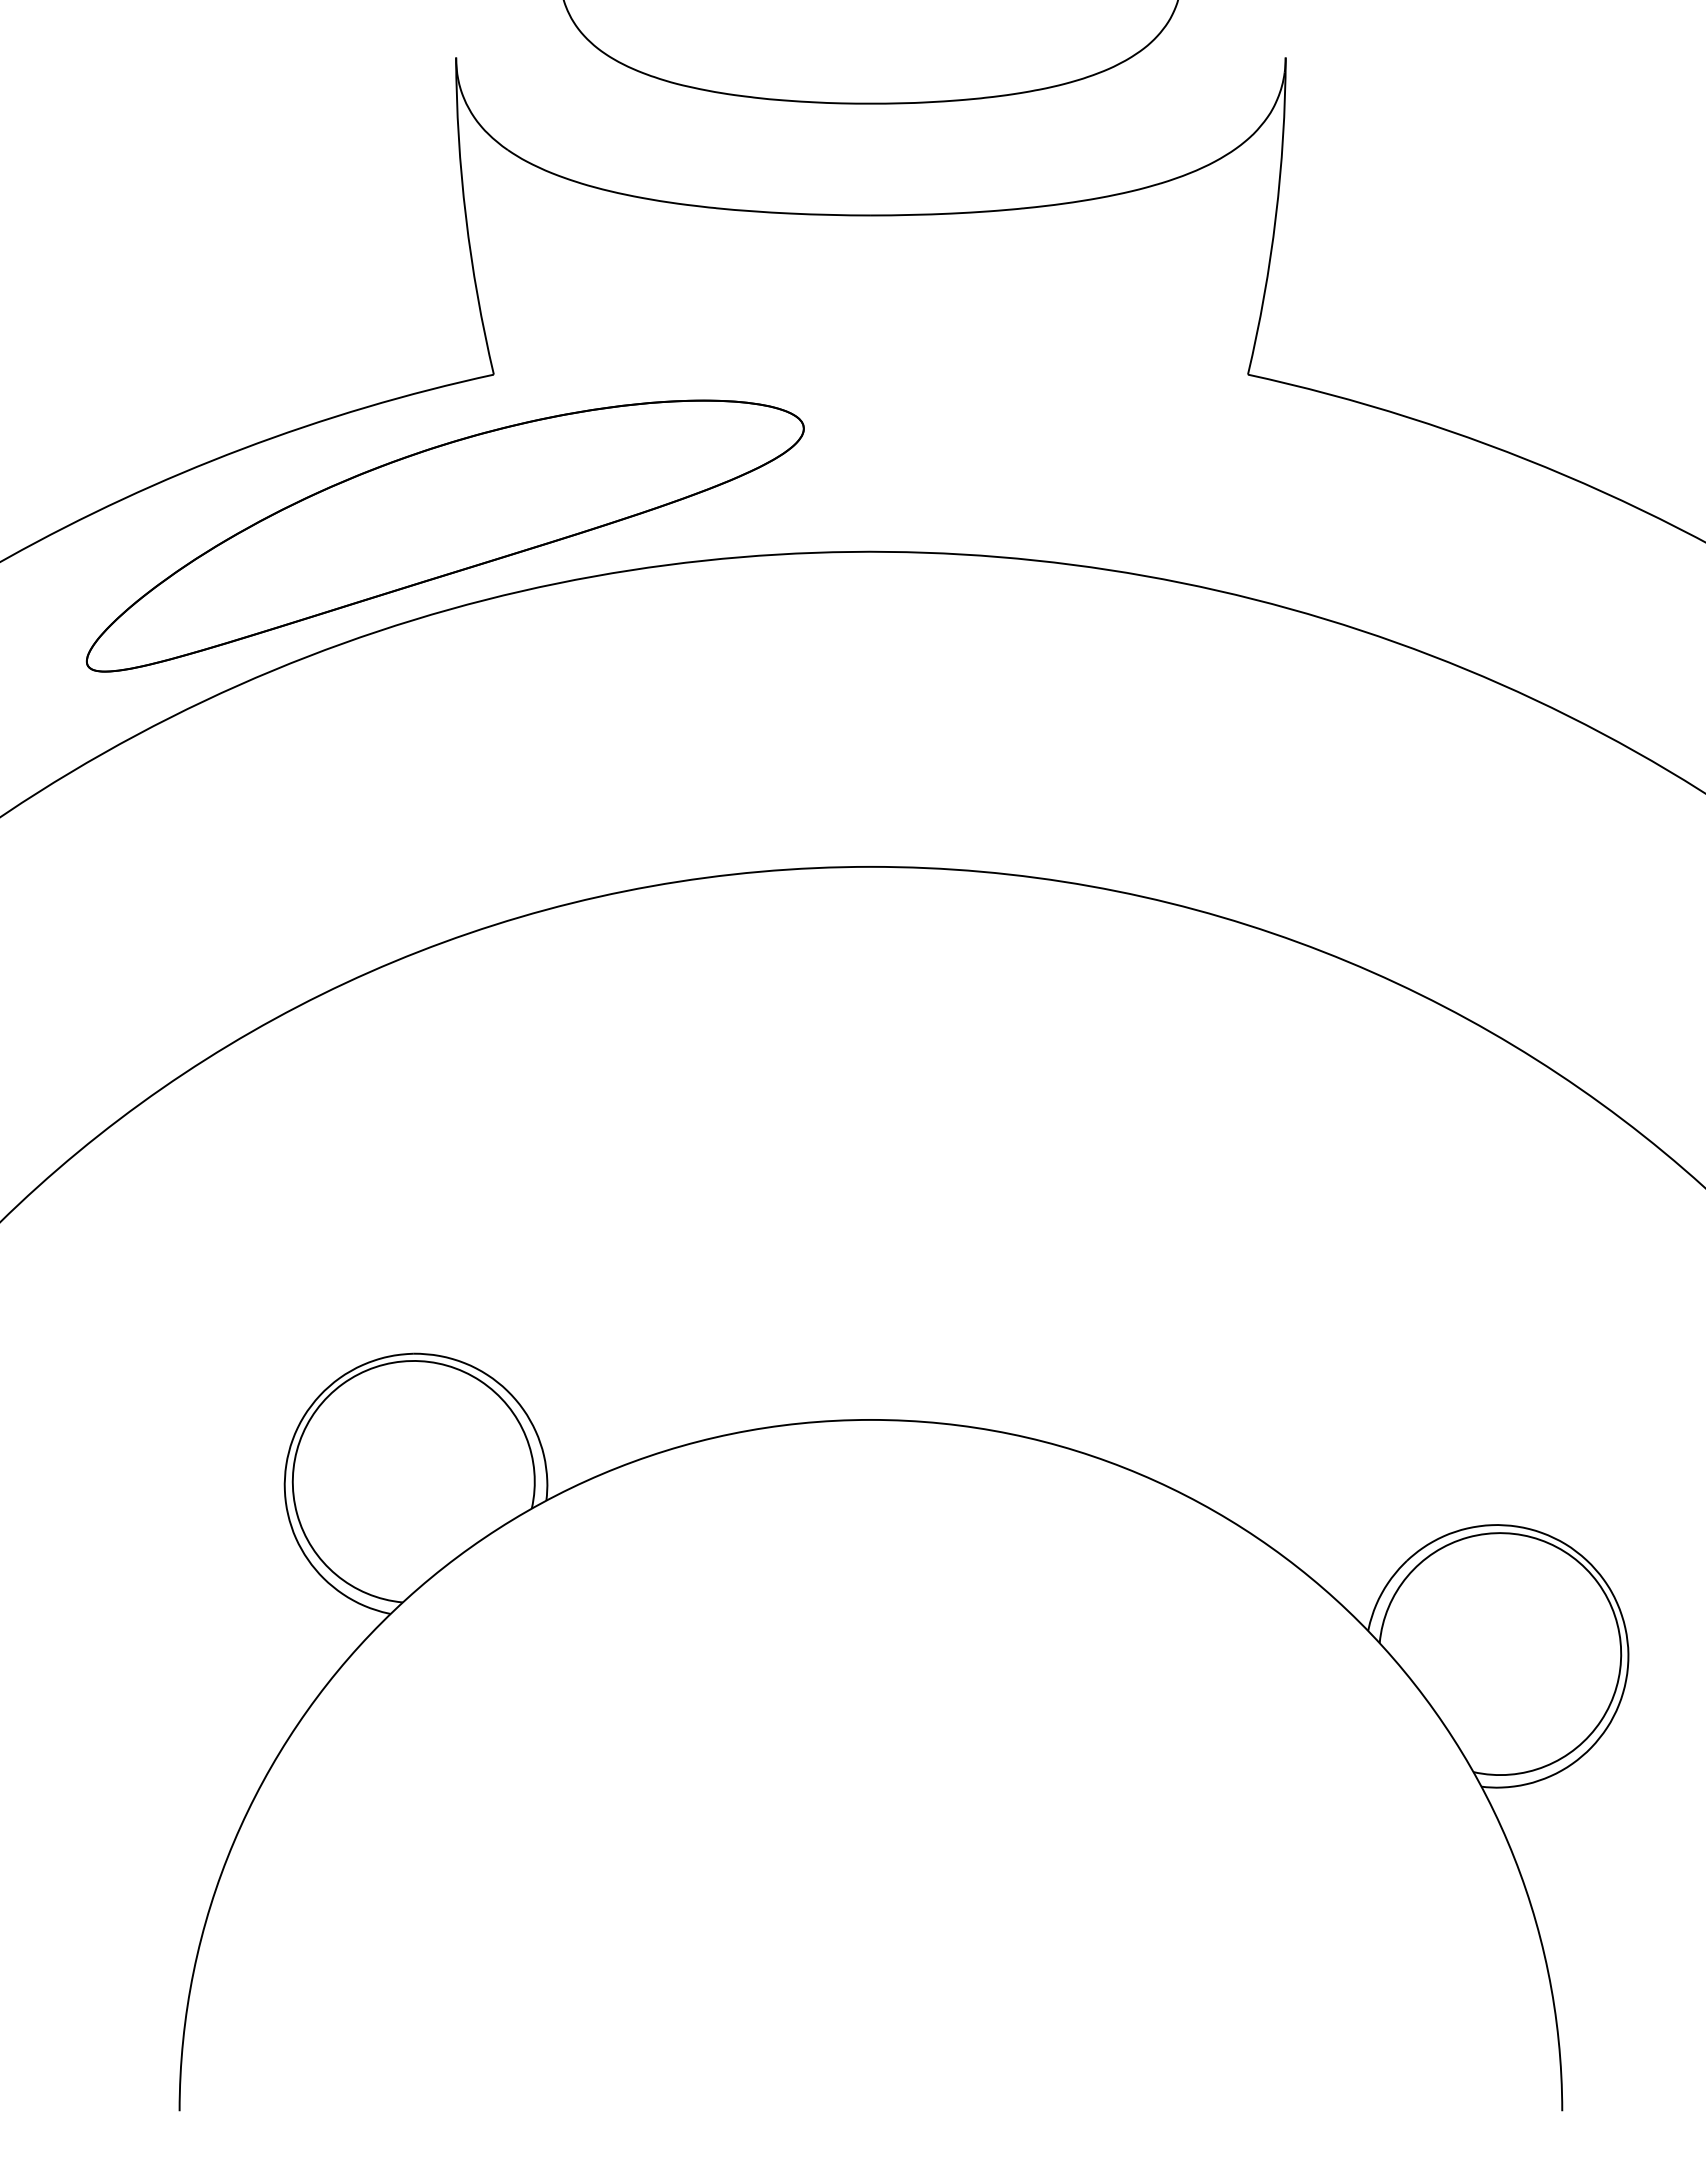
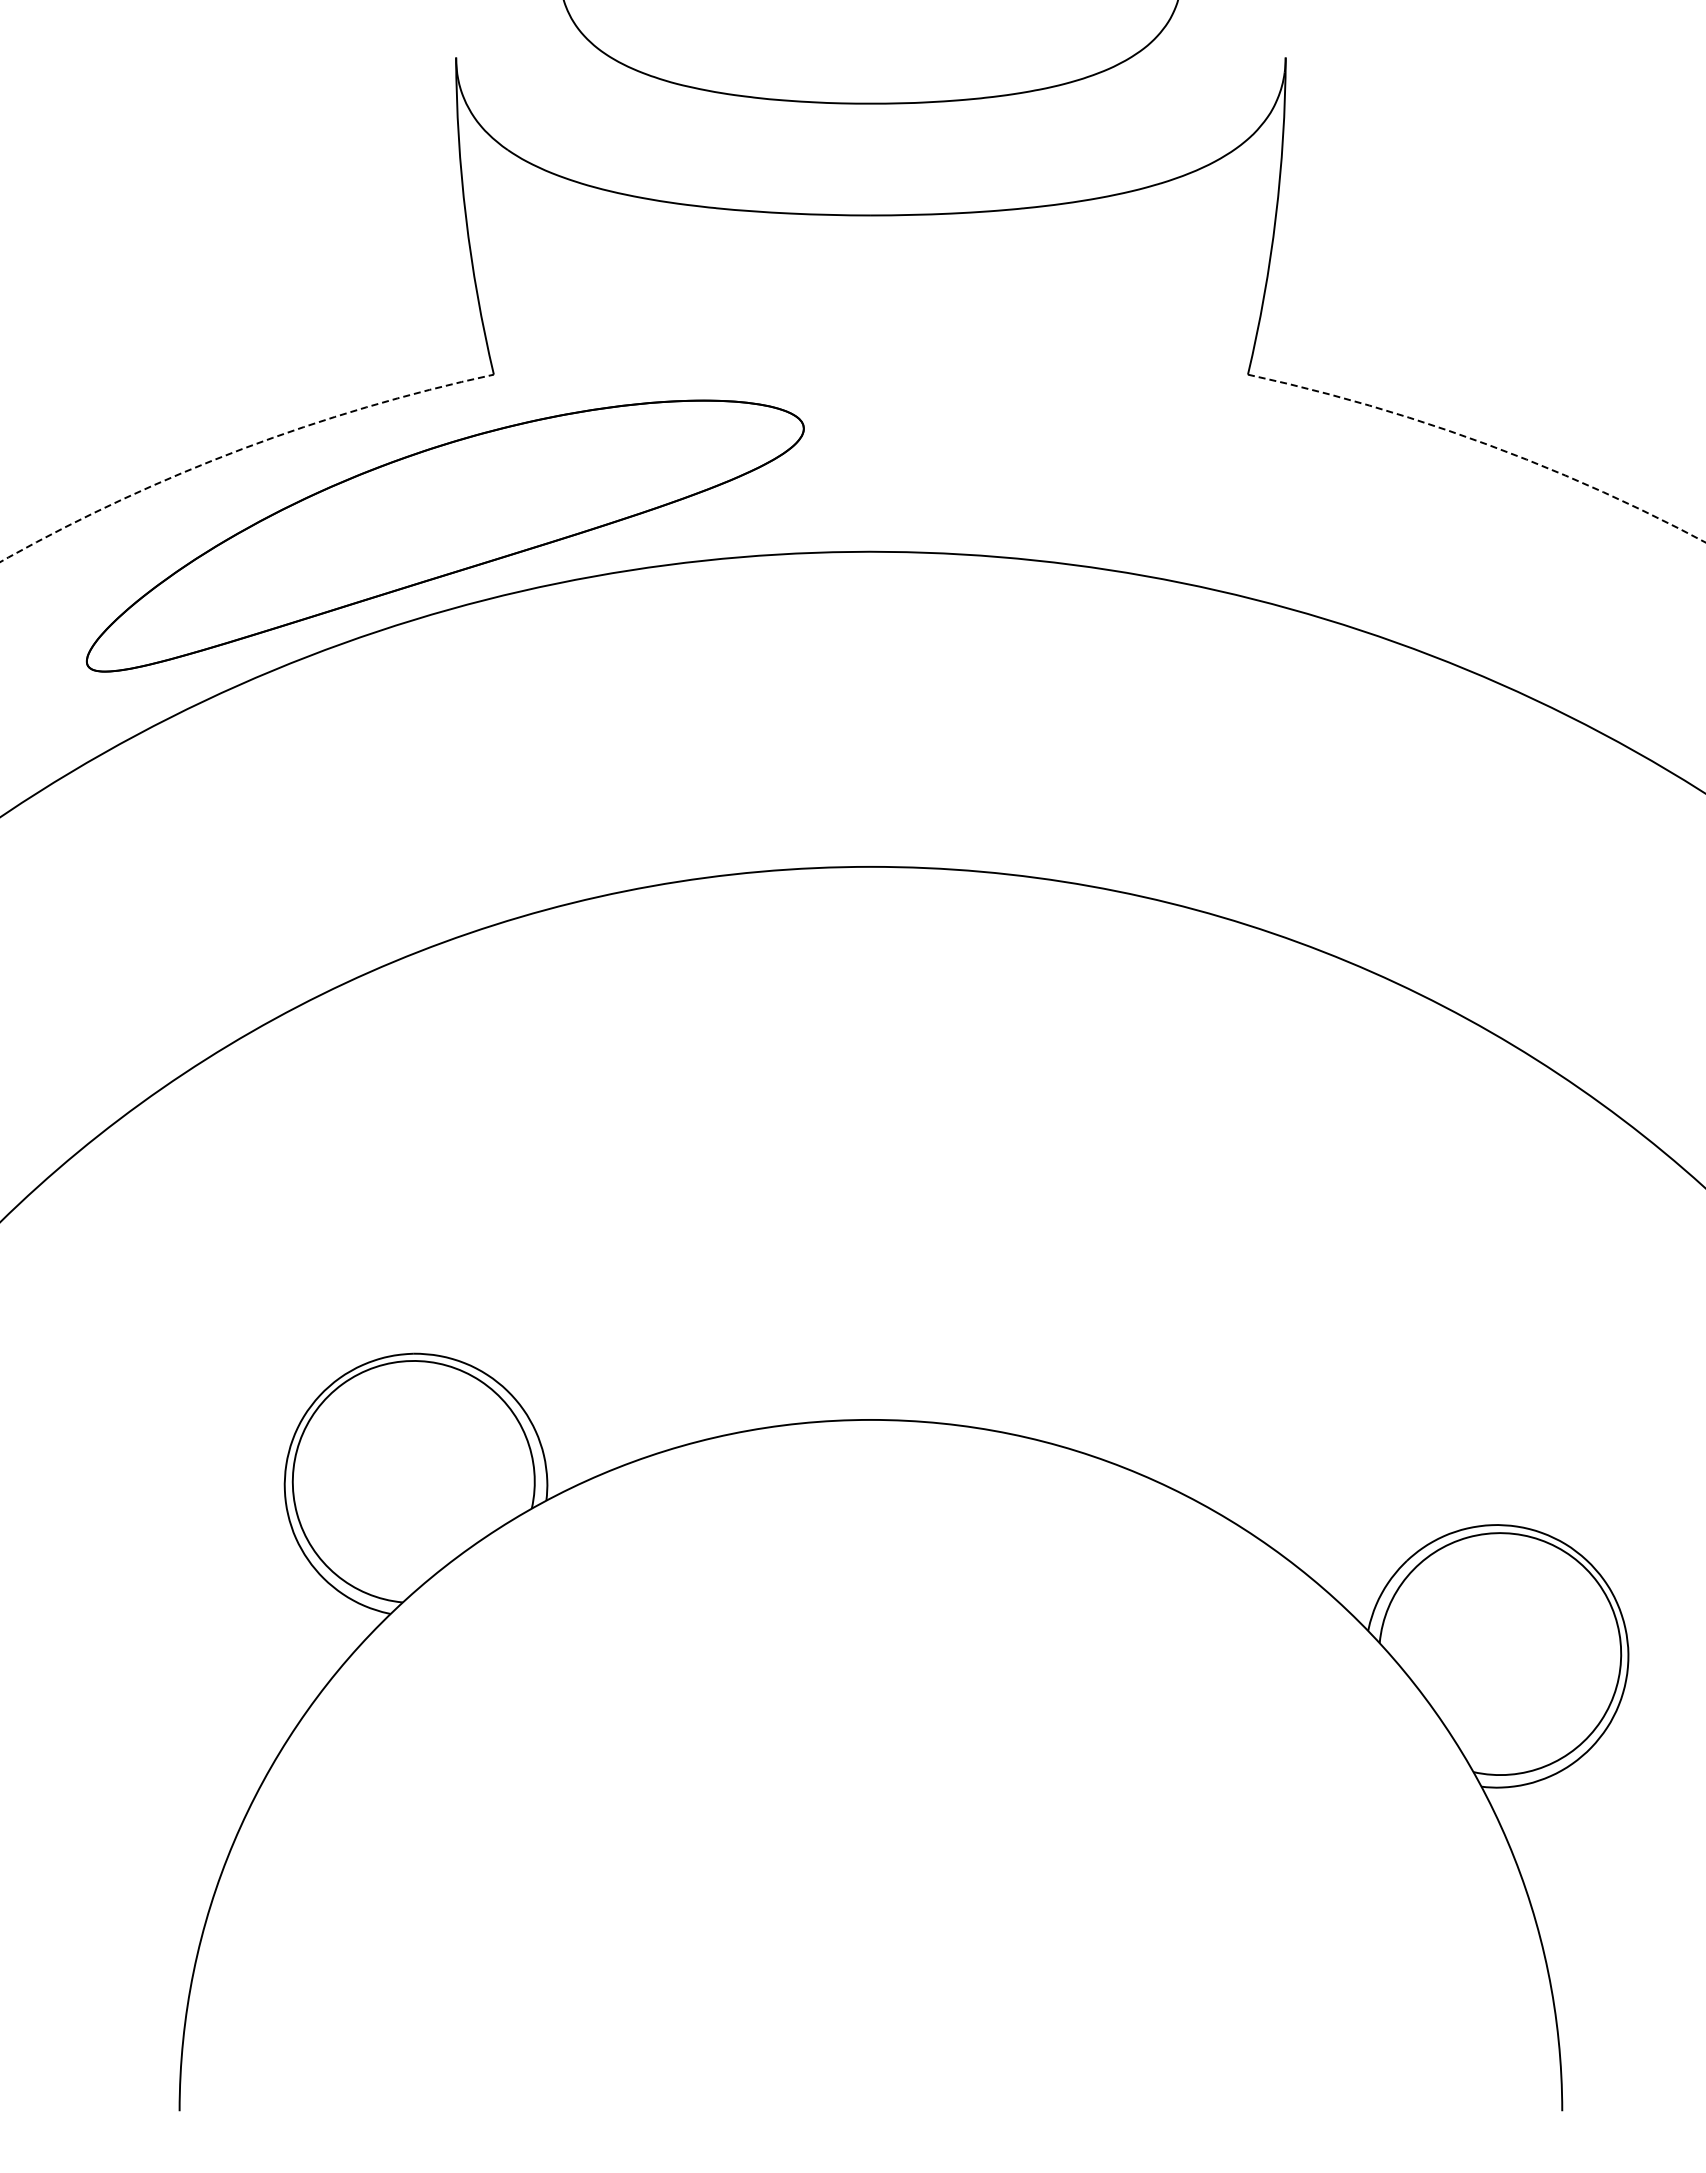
arc at (1483, 443): solid -> dashed
arc at (239, 450): solid -> dashed
